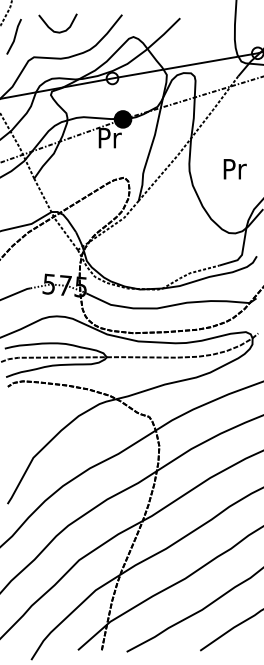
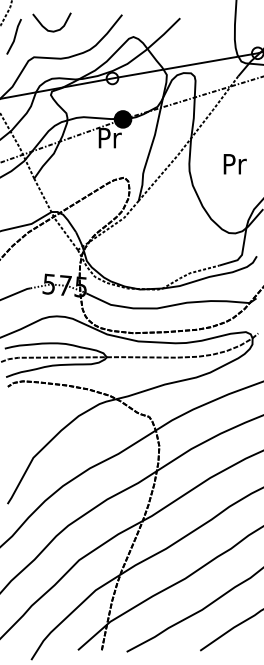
curve at (54, 30) position: (54, 30) -> (48, 29)
text at (234, 169) position: (234, 169) -> (234, 164)
